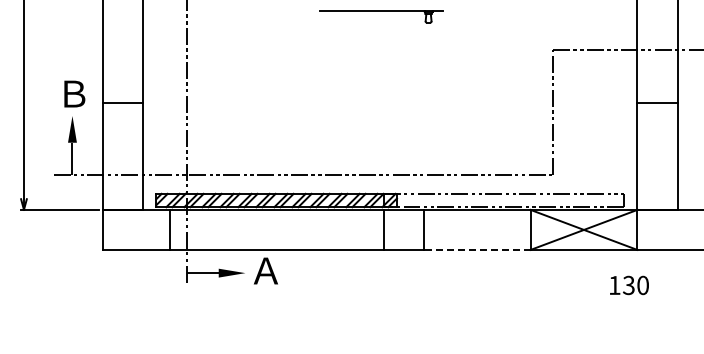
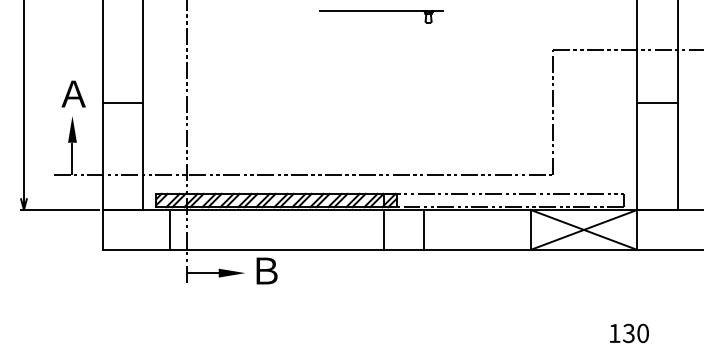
text at (73, 93): Ｂ -> Ａ
line at (476, 249): dashed -> solid
text at (265, 270): Ａ -> Ｂ
text at (629, 285) position: (629, 285) -> (629, 333)
